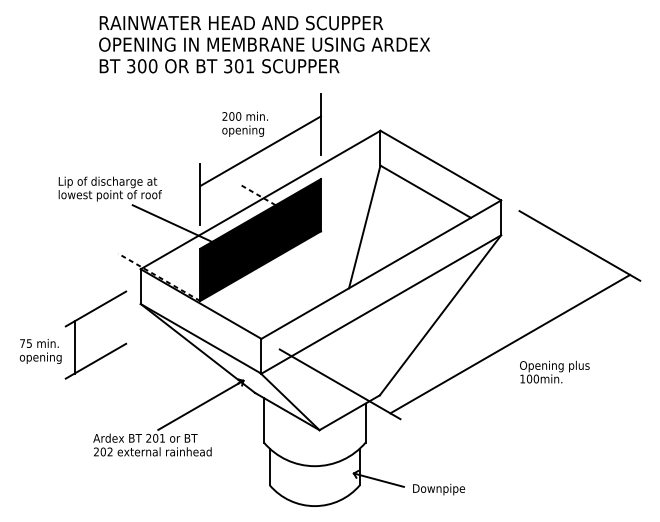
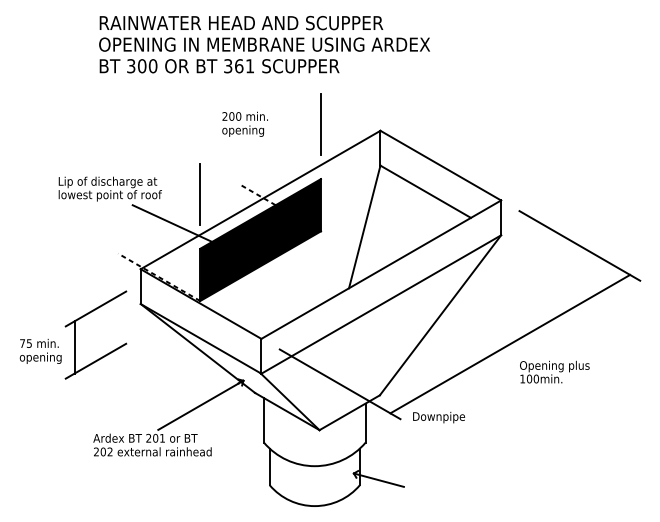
text at (239, 66): 301 -> 361
line at (260, 151): present -> none
text at (439, 489) position: (439, 489) -> (439, 417)
